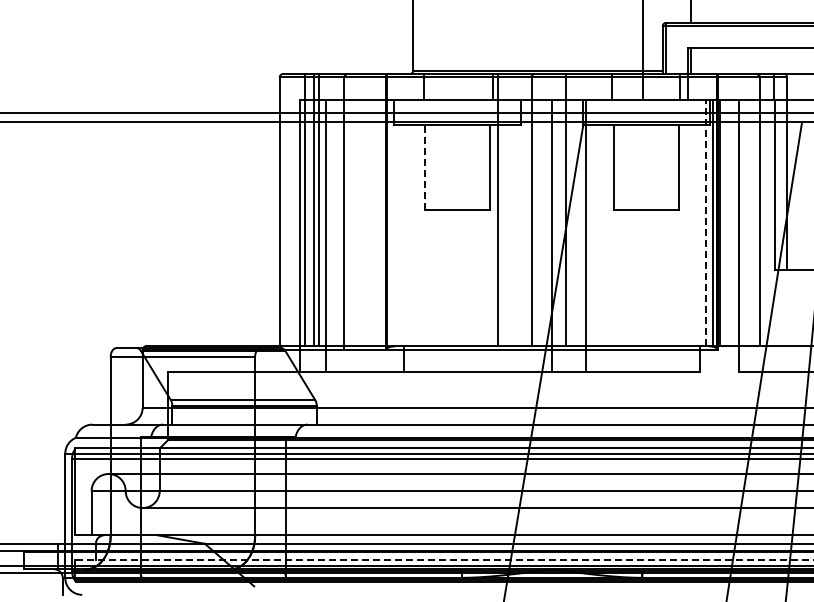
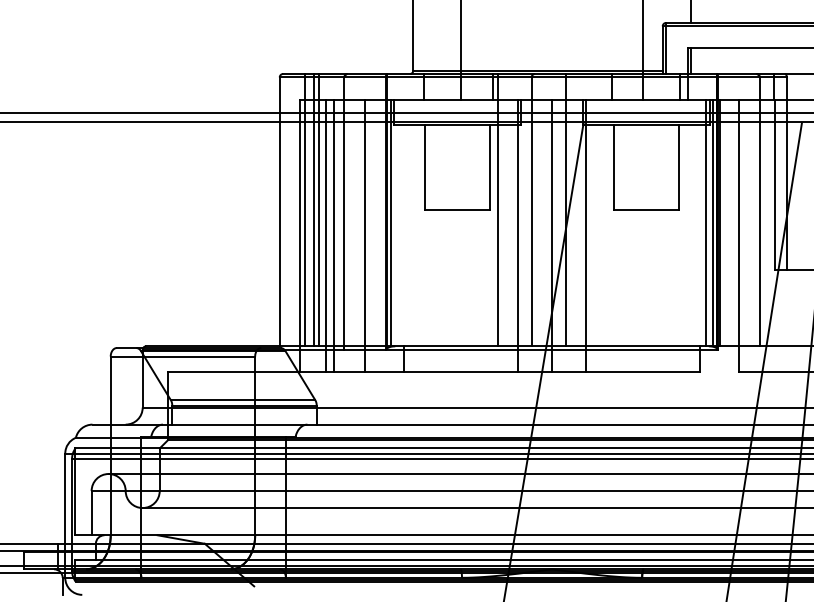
line at (461, 50): none -> present
line at (425, 167): dashed -> solid
line at (391, 222): none -> present
line at (705, 222): dashed -> solid
line at (334, 235): none -> present
line at (364, 235): none -> present
line at (518, 235): none -> present
line at (444, 559): dashed -> solid
